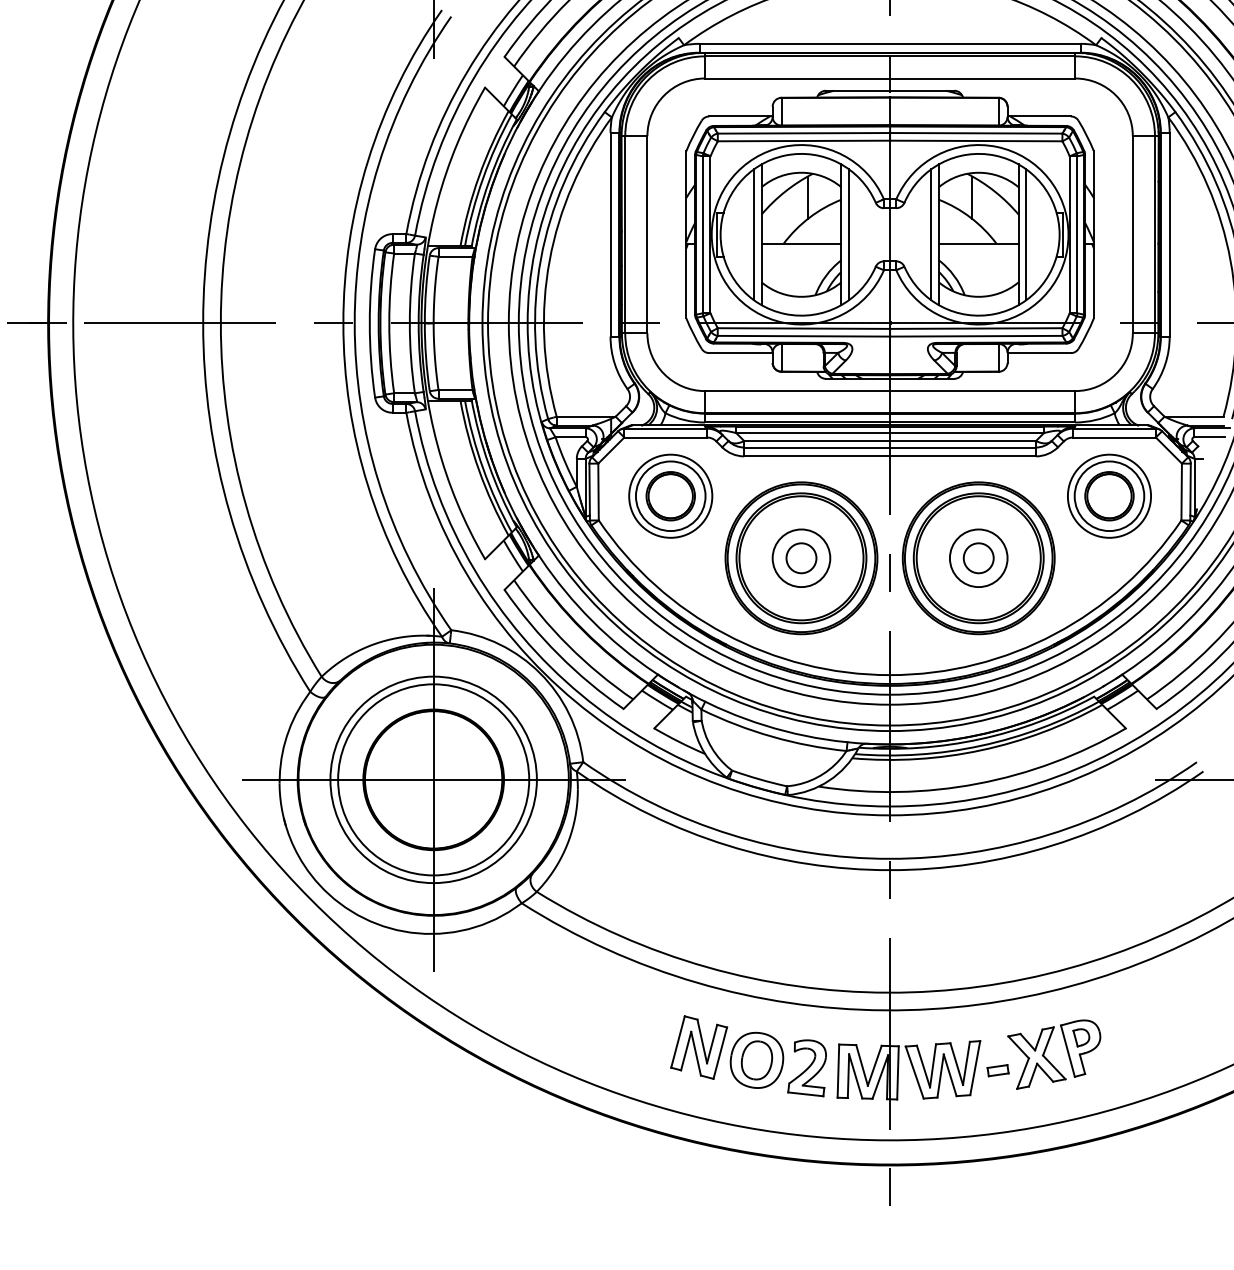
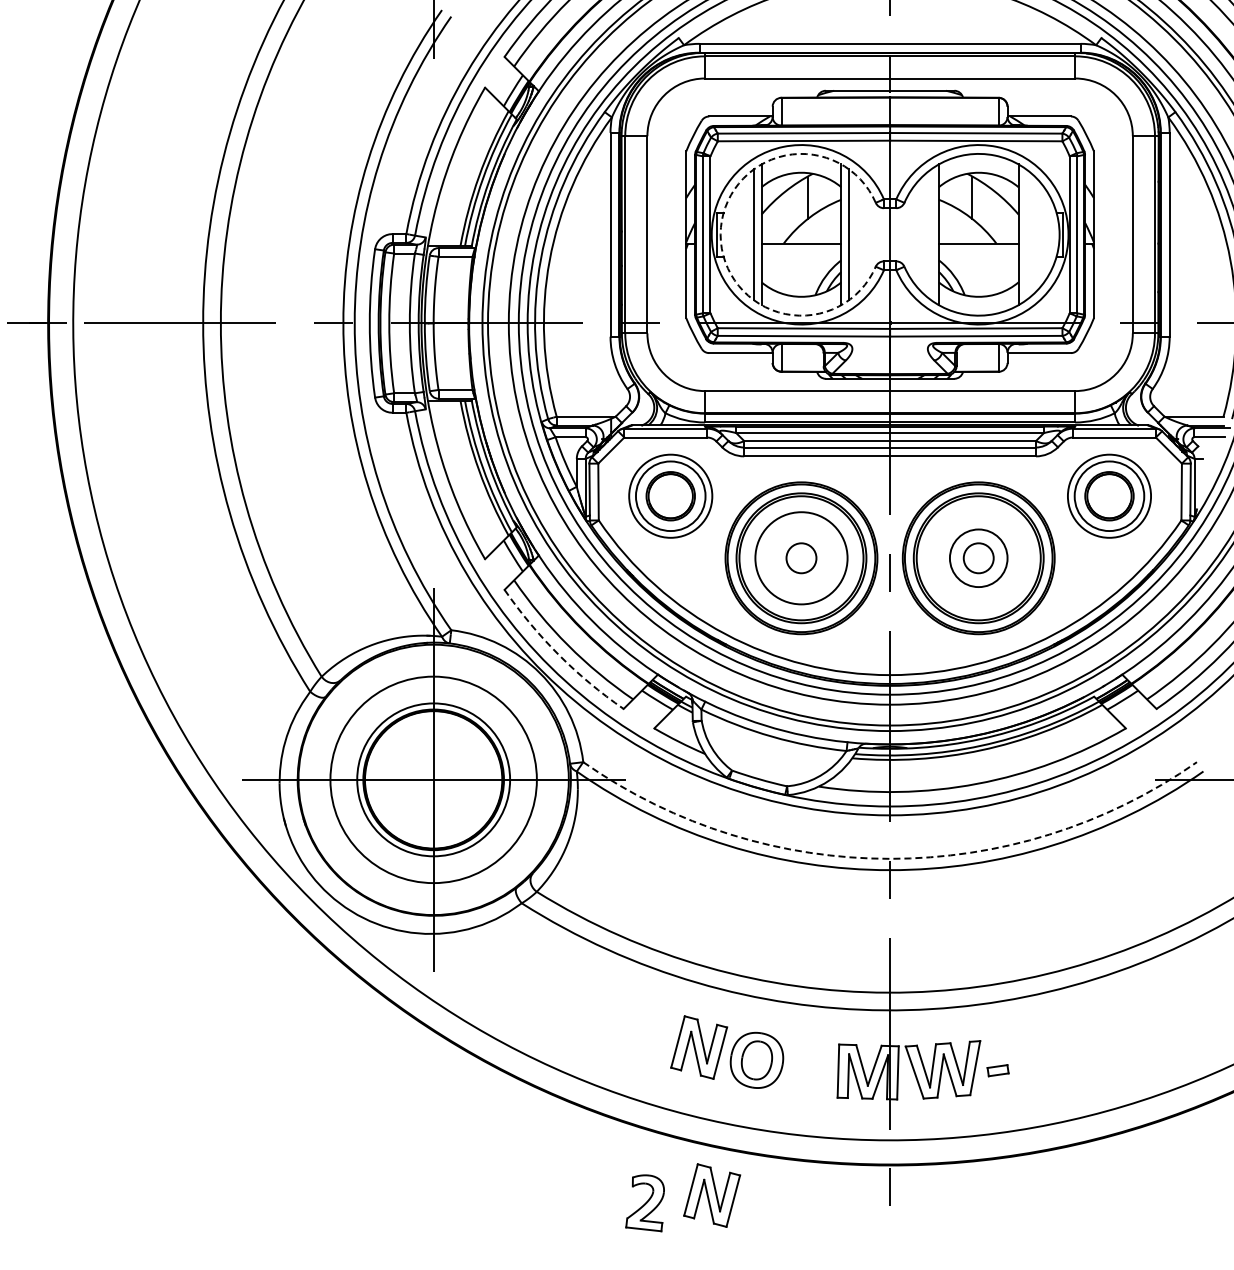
arc at (720, 234): solid -> dashed
line at (931, 234): present -> none
line at (1026, 234): present -> none
circle at (801, 558) diameter: 58 px -> 92 px
arc at (558, 654): solid -> dashed
circle at (433, 779) diameter: 191 px -> 153 px
arc at (890, 858): solid -> dashed
part at (1048, 1059): present -> none
part at (806, 1068) position: (806, 1068) -> (644, 1203)
part at (712, 1195): none -> present
